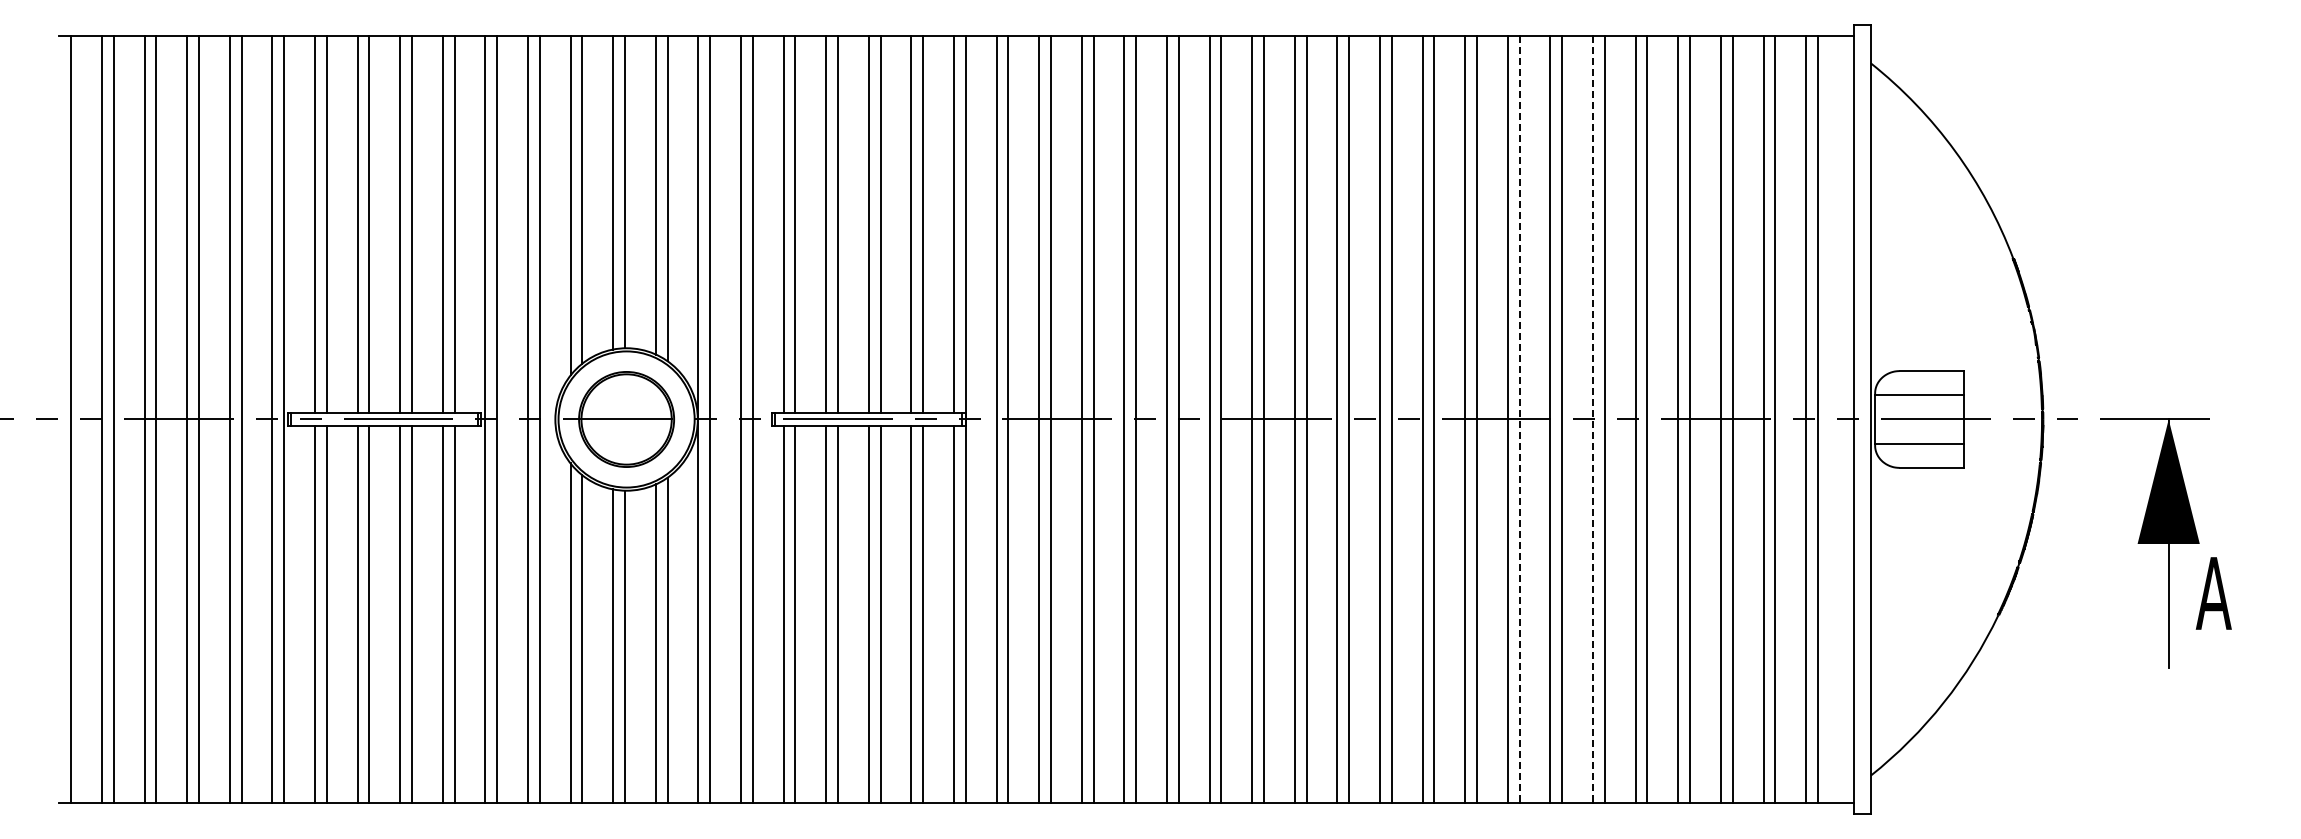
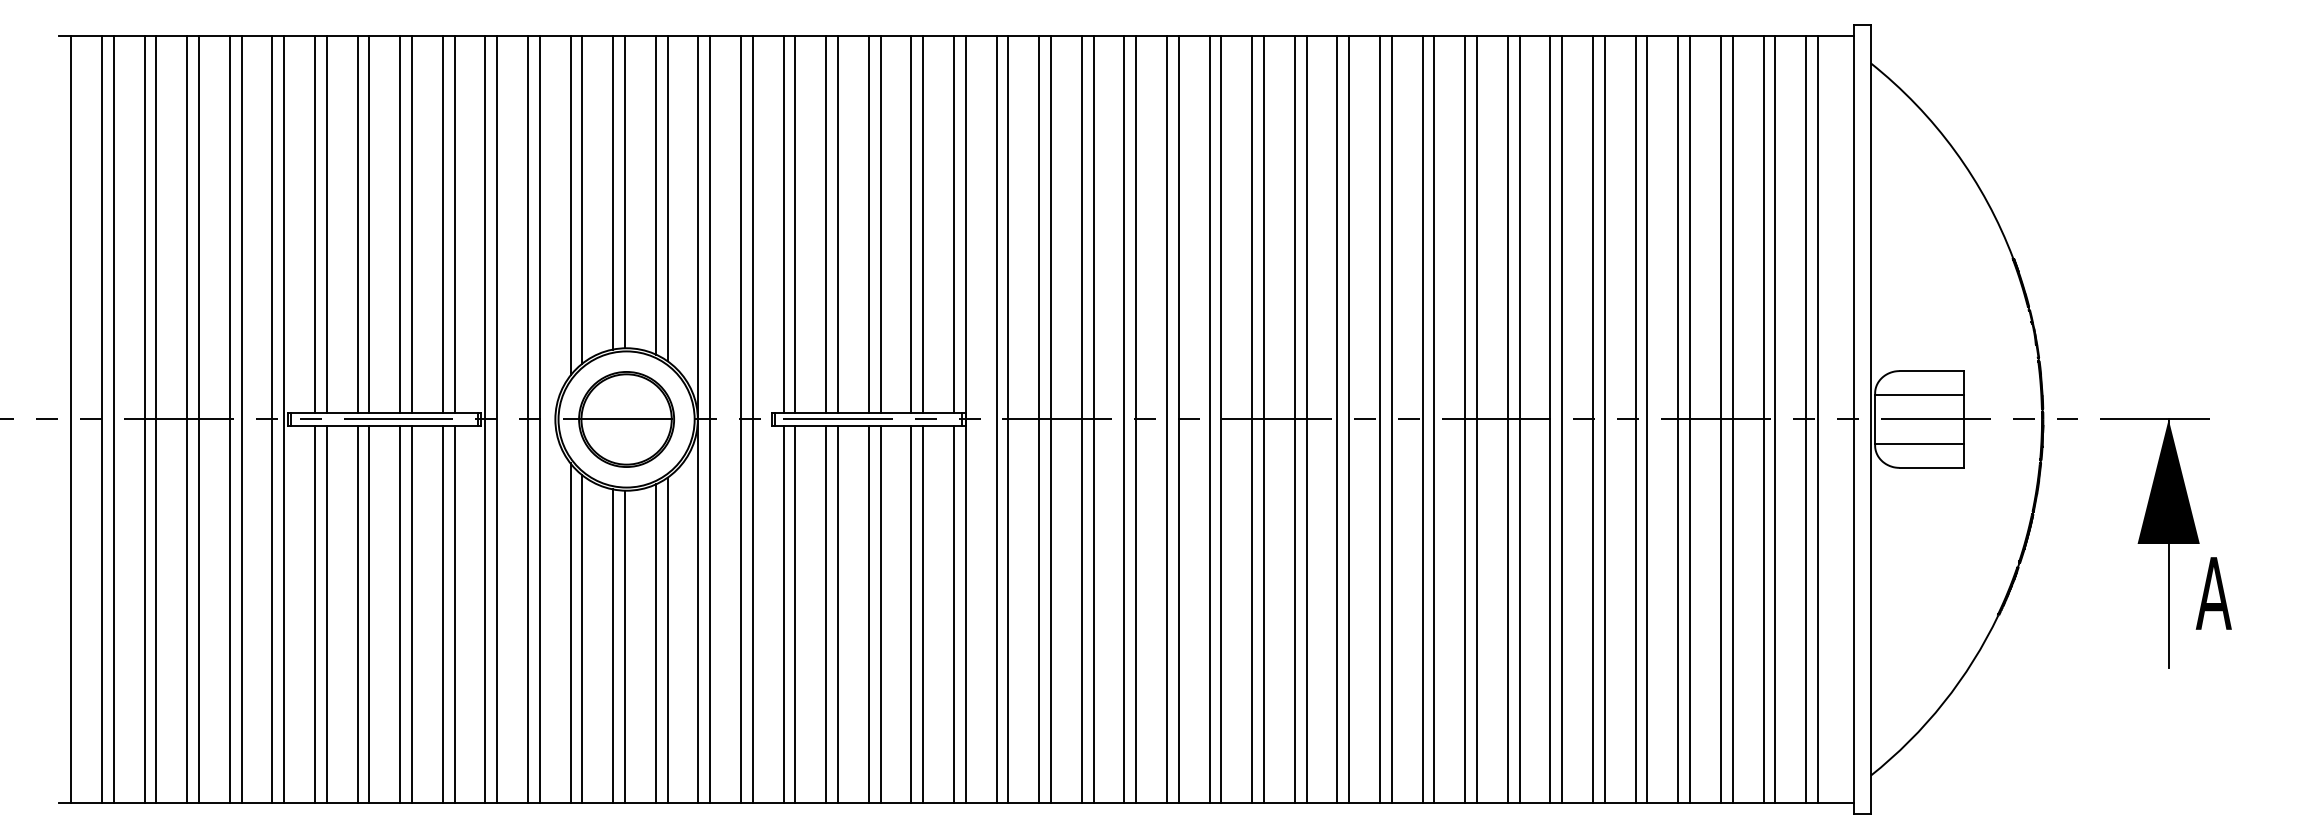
line at (1519, 419): dashed -> solid
line at (1593, 419): dashed -> solid
